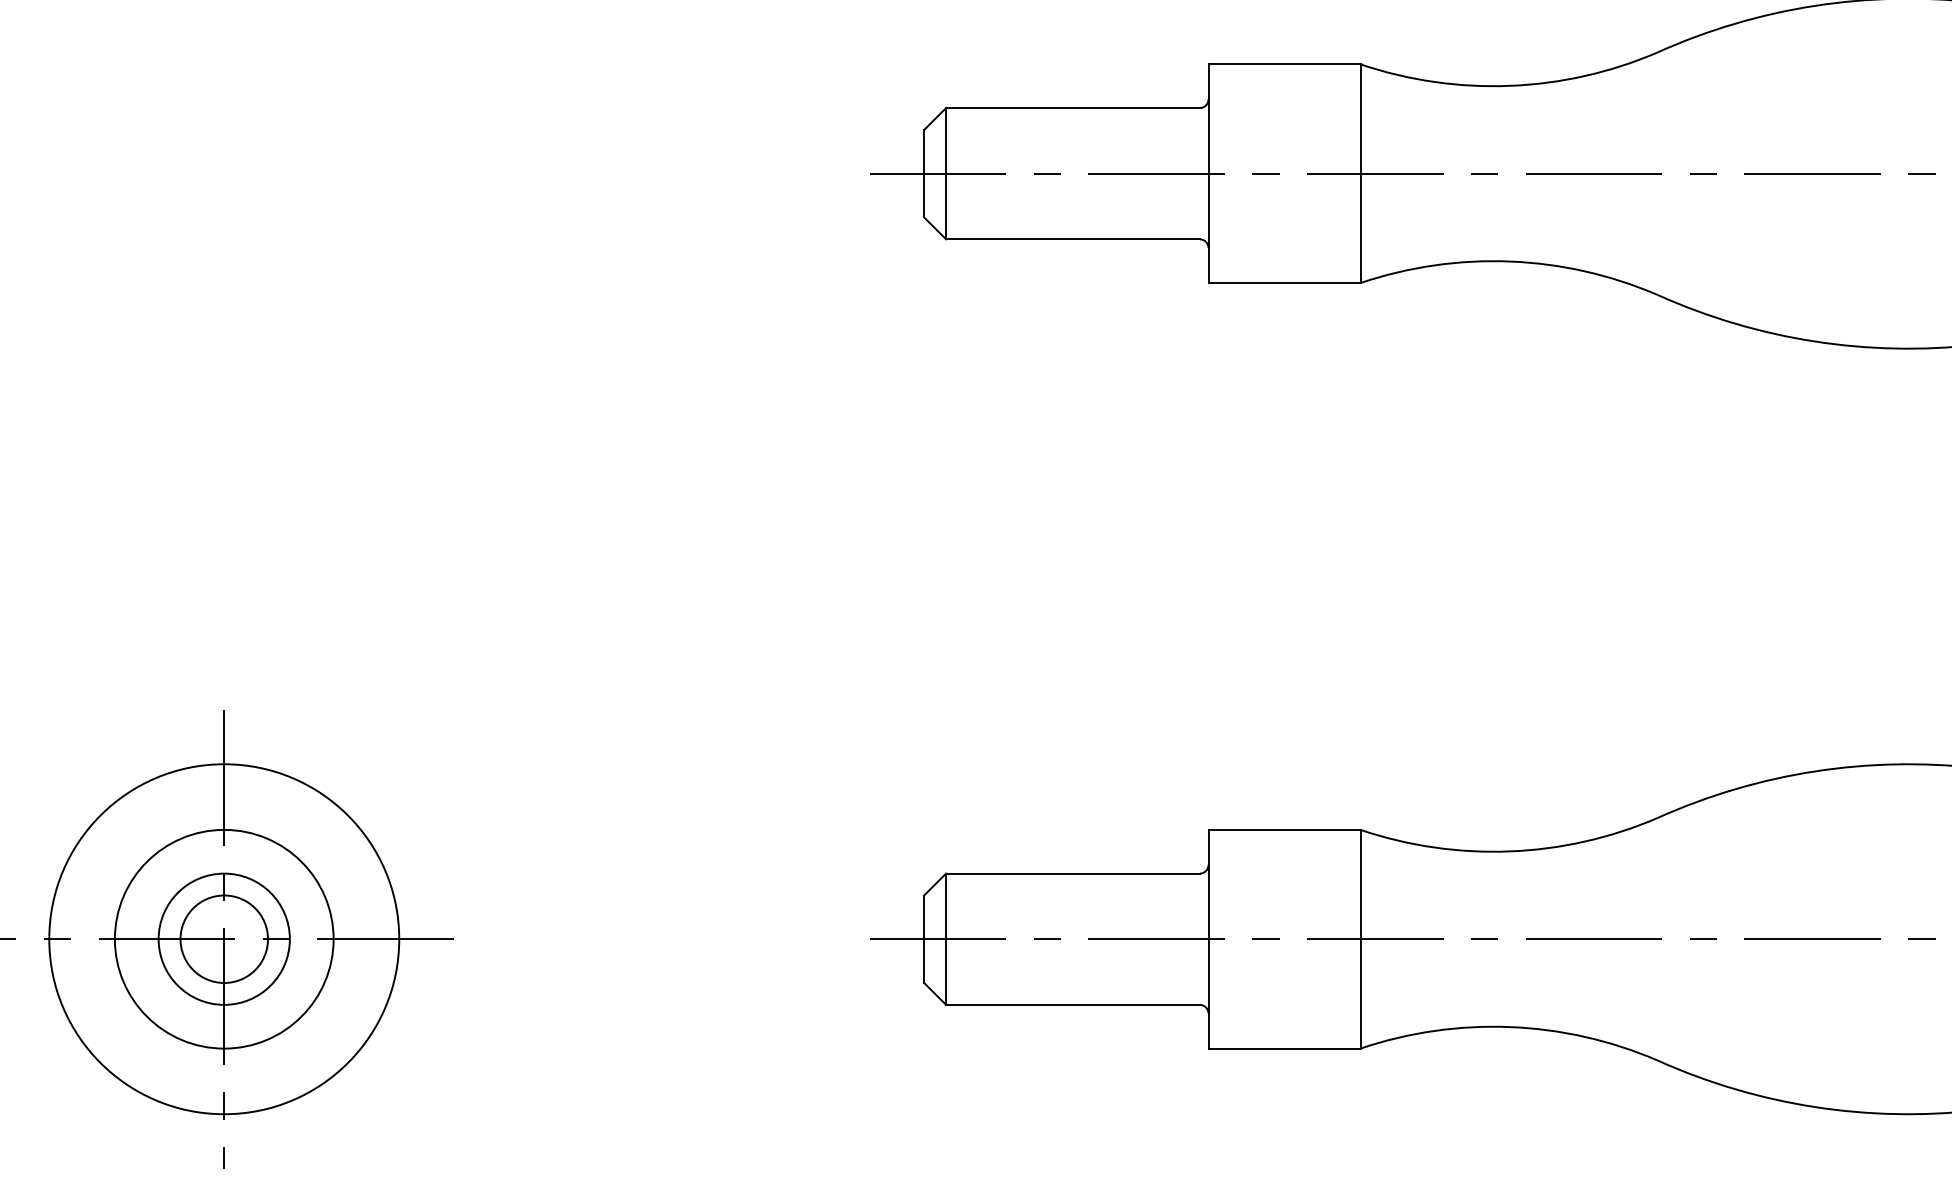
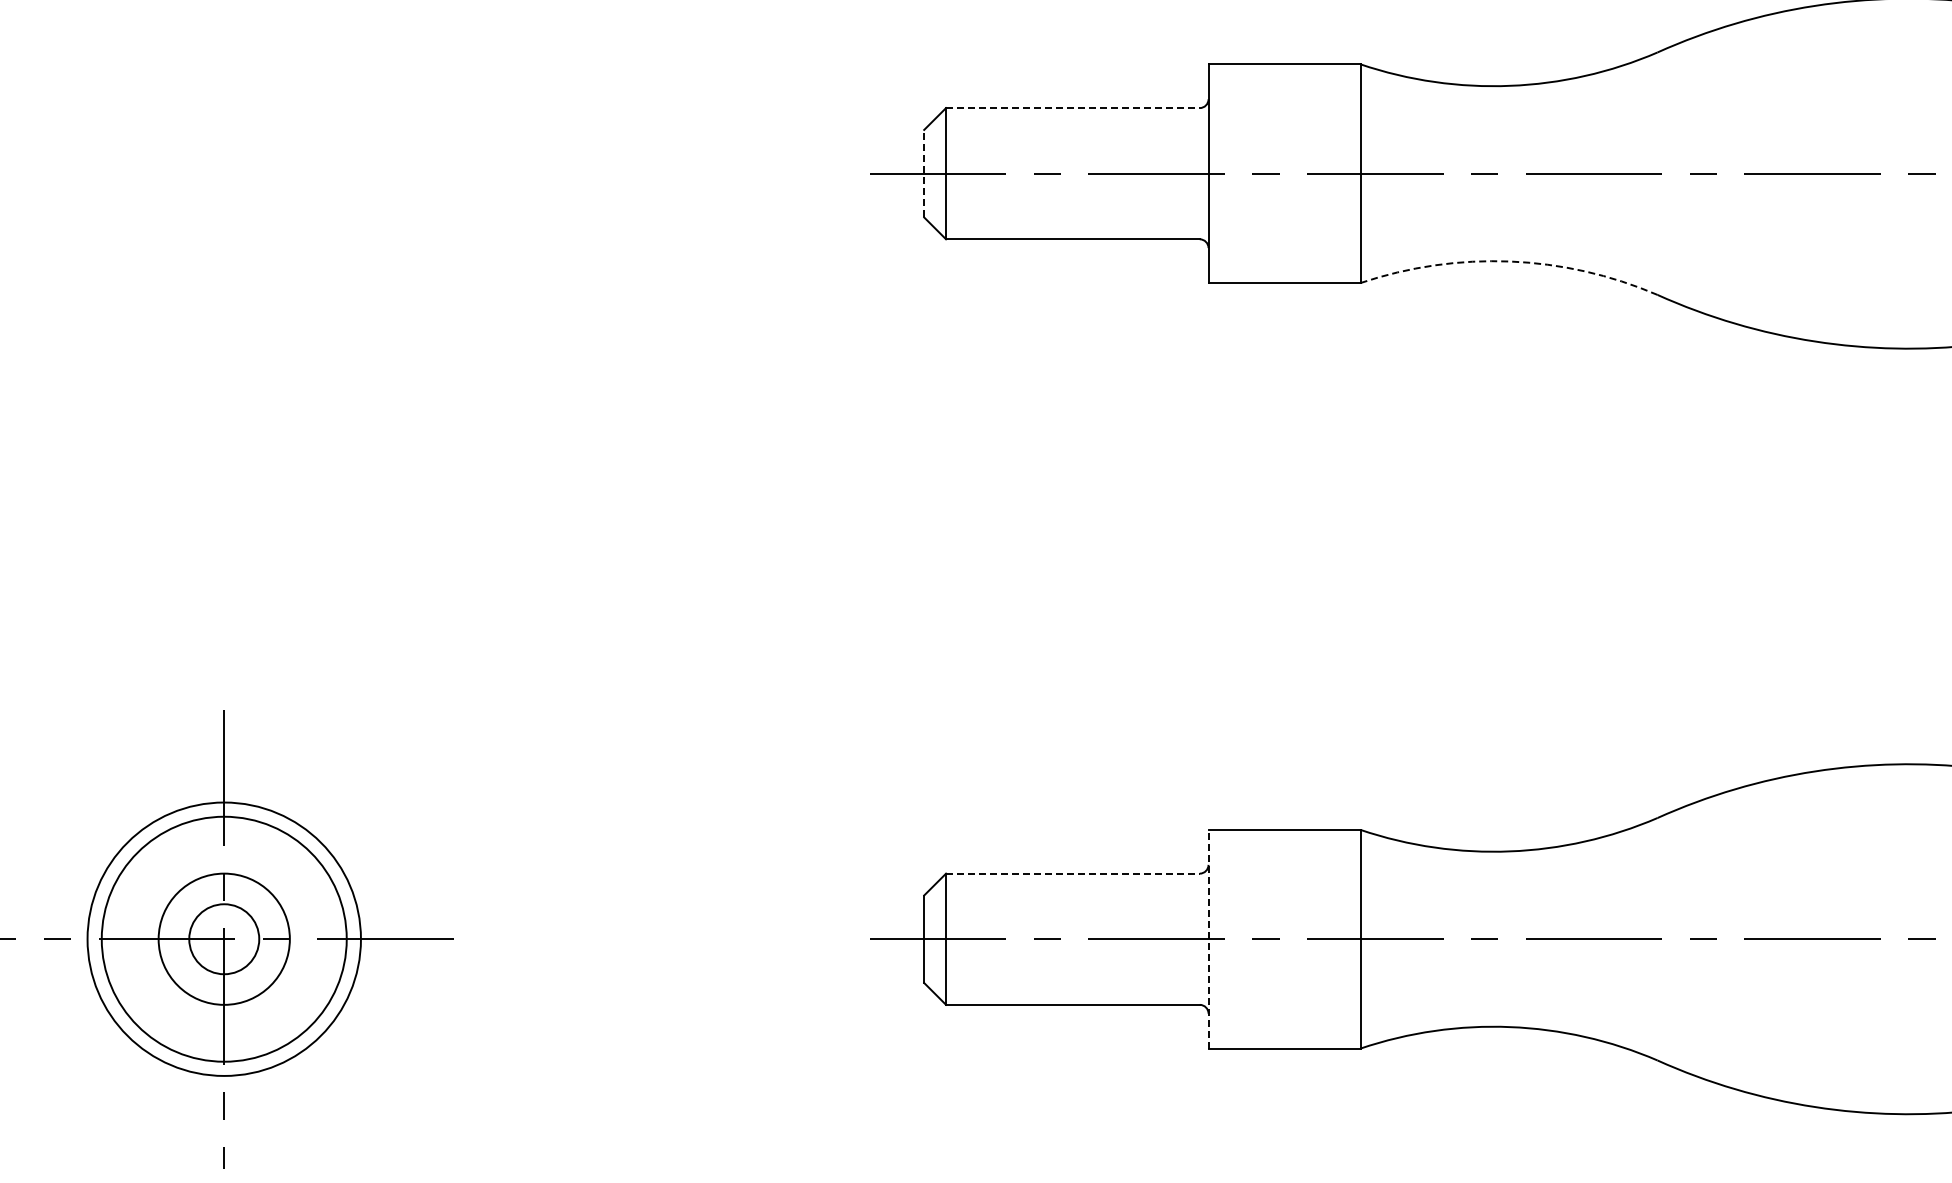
line at (1072, 108): solid -> dashed
line at (924, 173): solid -> dashed
arc at (1510, 261): solid -> dashed
line at (1072, 873): solid -> dashed
circle at (223, 938) diameter: 219 px -> 273 px
circle at (224, 938) diameter: 87 px -> 70 px
line at (1208, 938): solid -> dashed
circle at (224, 939) diameter: 350 px -> 245 px
